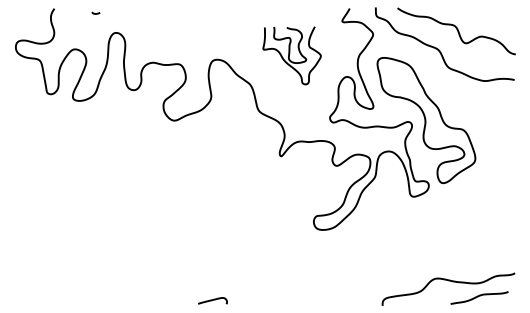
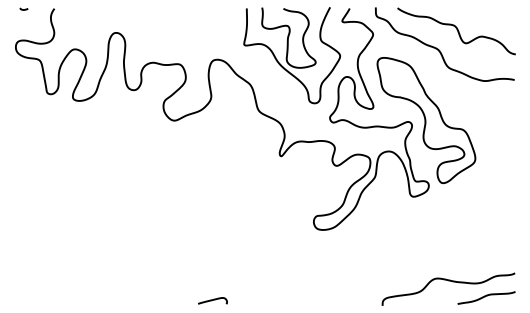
curve at (94, 12) position: (94, 12) -> (22, 8)
part at (291, 55) size: 60x60 px -> 98x98 px
curve at (479, 296) position: (479, 296) -> (486, 296)
